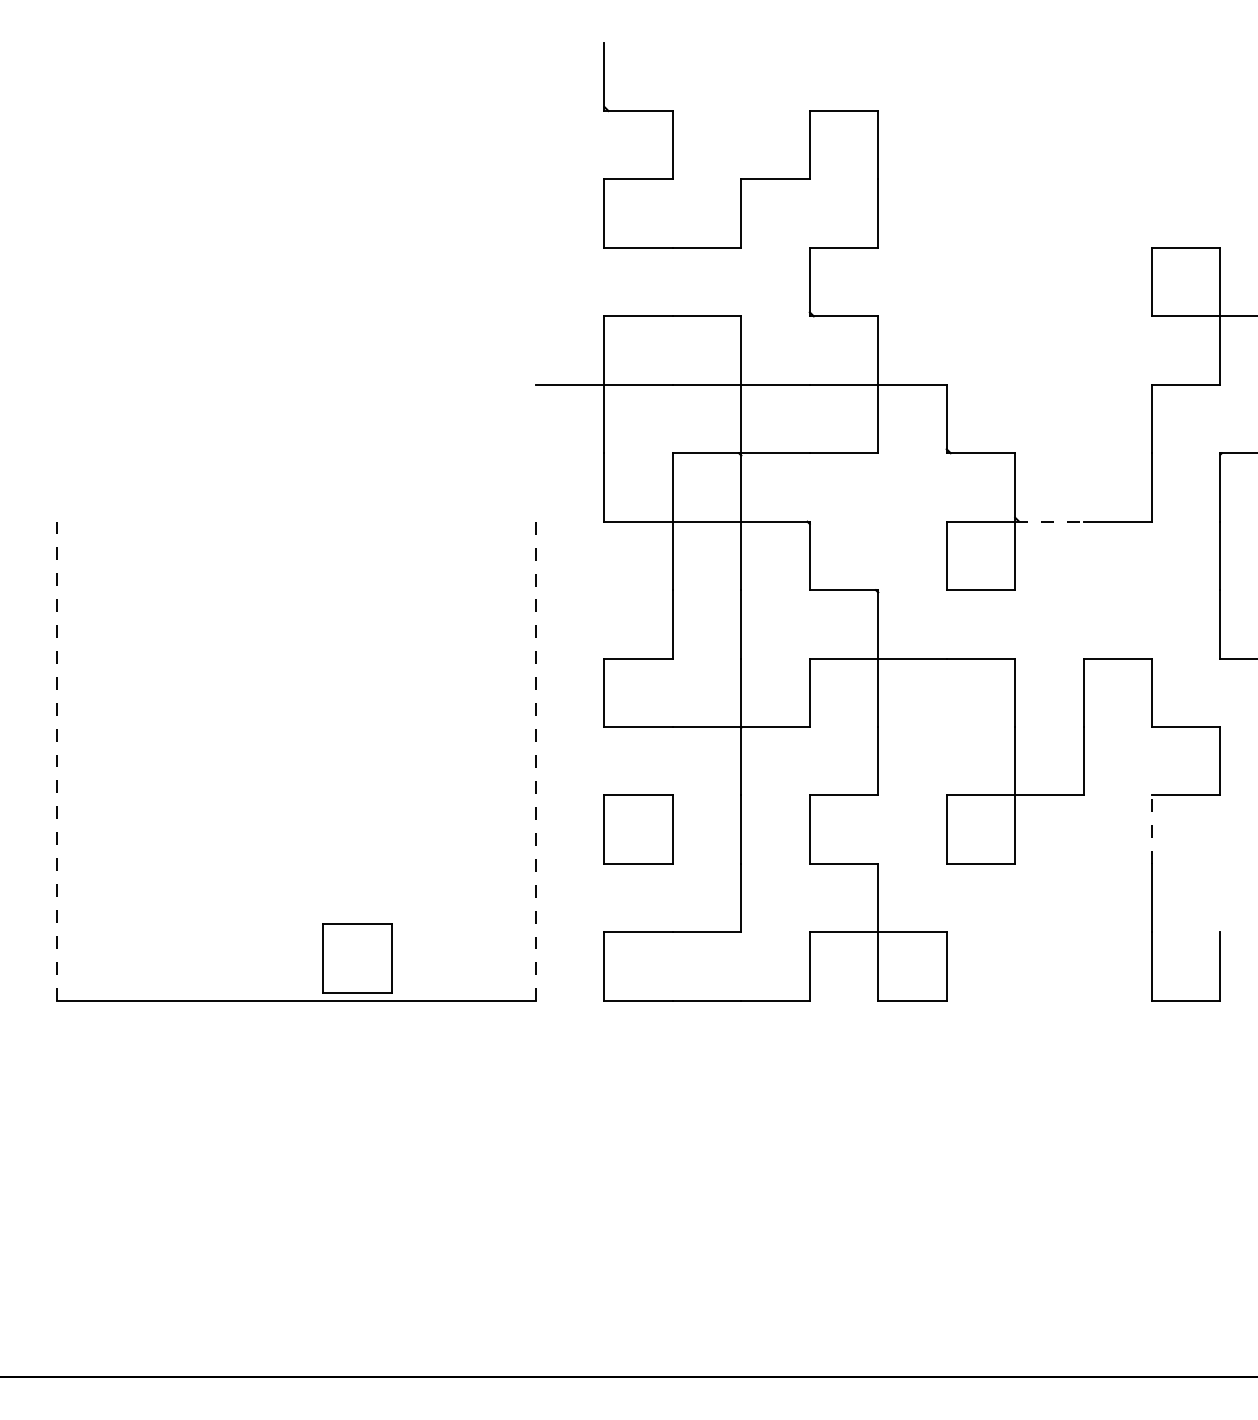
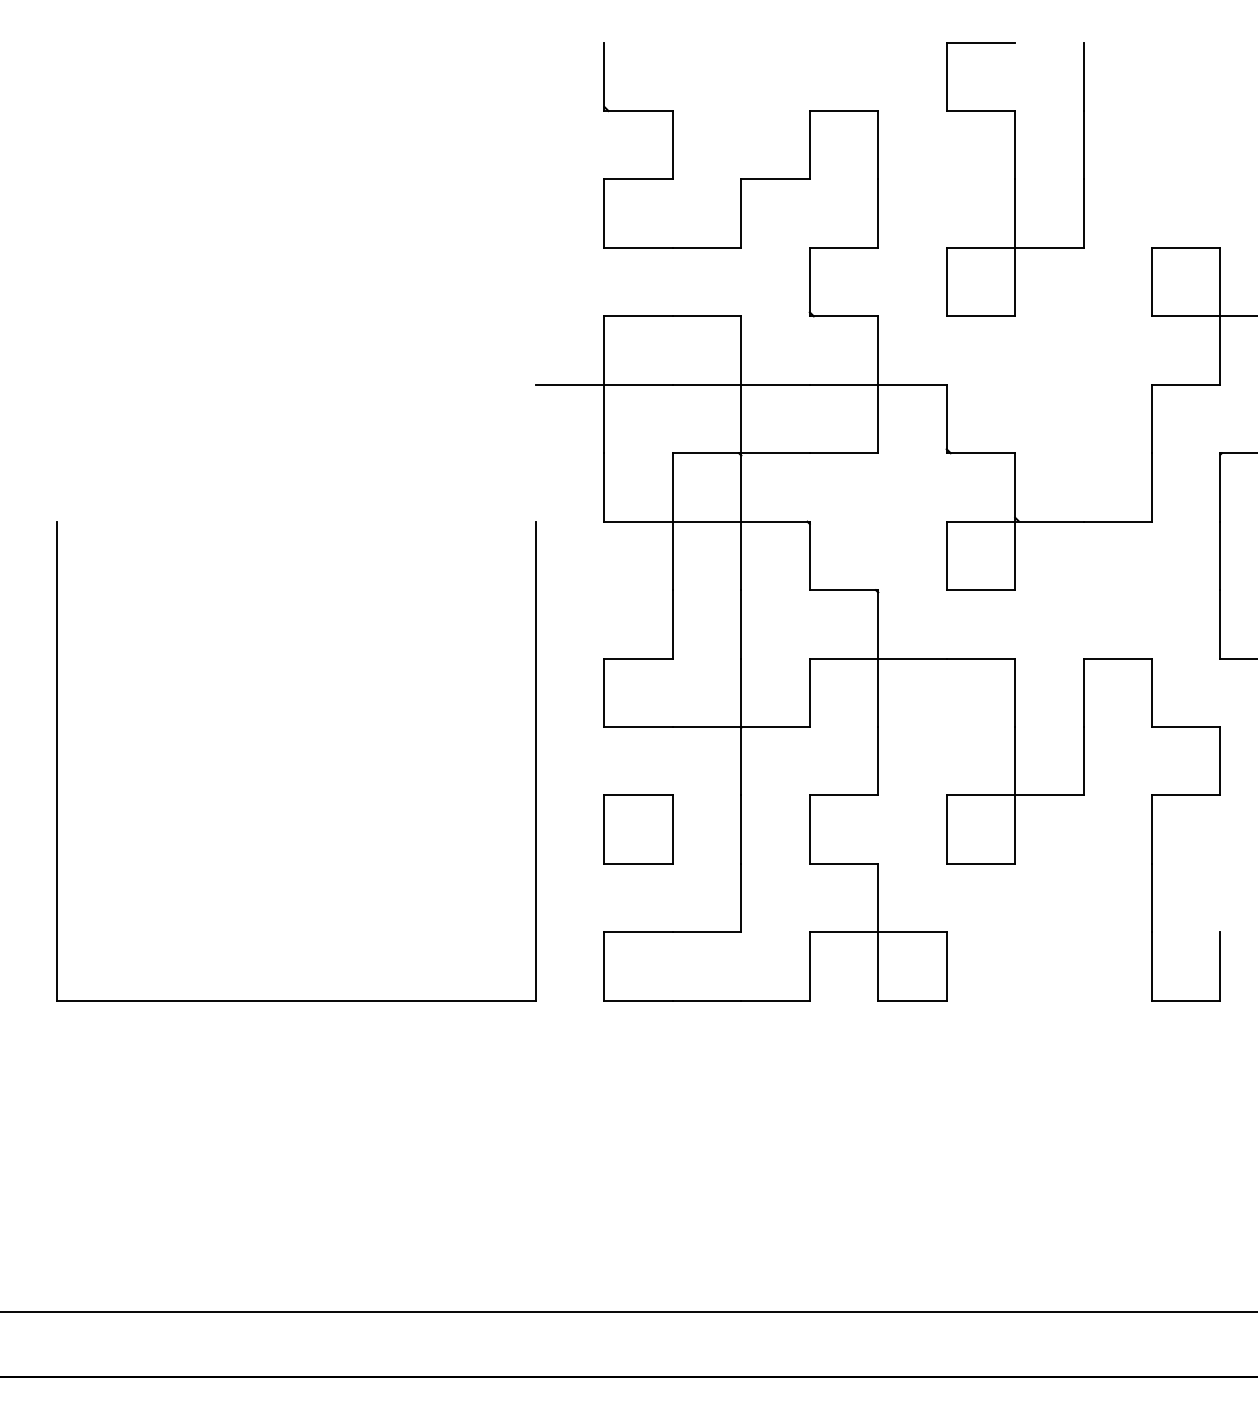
part at (1015, 179): none -> present
line at (1049, 521): dashed -> solid
line at (56, 761): dashed -> solid
line at (536, 761): dashed -> solid
line at (1152, 829): dashed -> solid
part at (357, 958): present -> none
line at (628, 1311): none -> present
